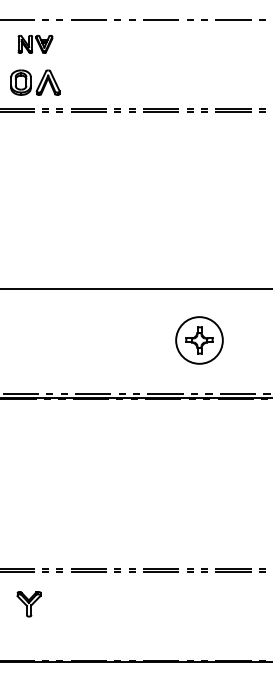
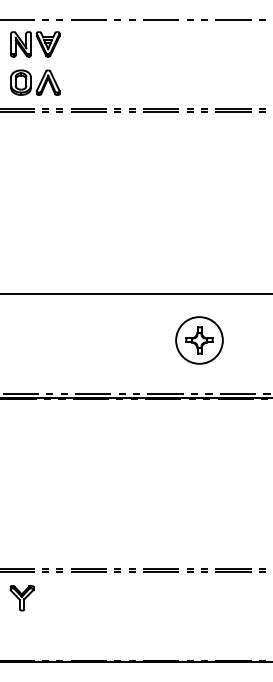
part at (35, 44) size: 37x19 px -> 51x27 px
line at (135, 288) position: (135, 288) -> (135, 293)
part at (28, 604) position: (28, 604) -> (21, 598)
